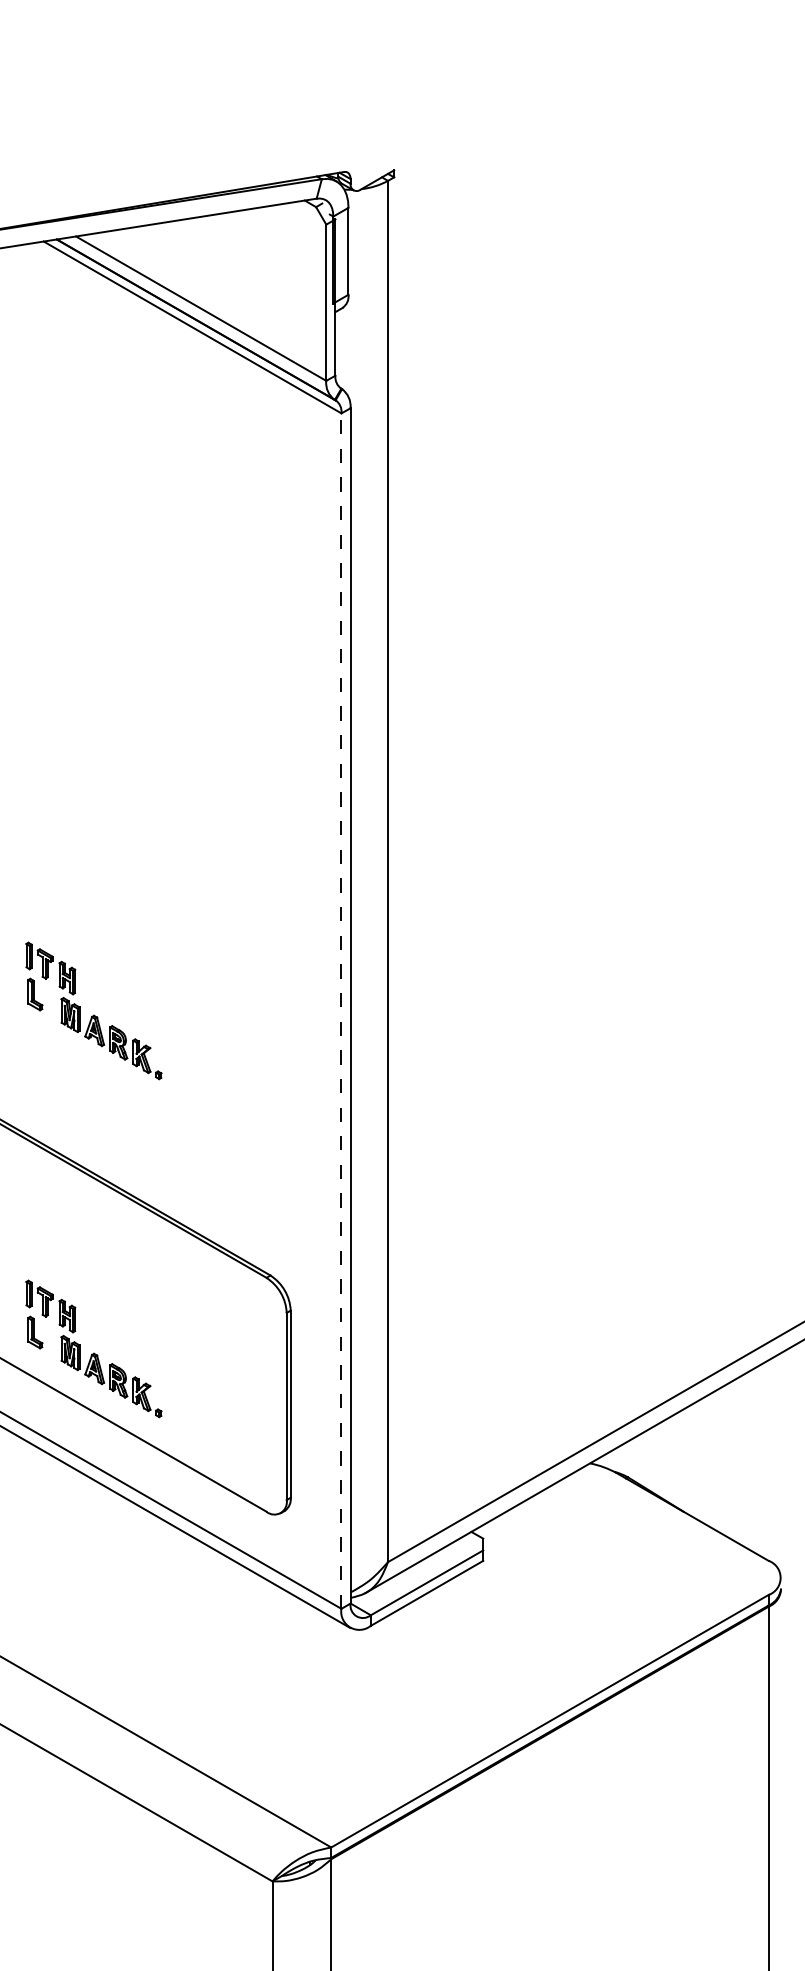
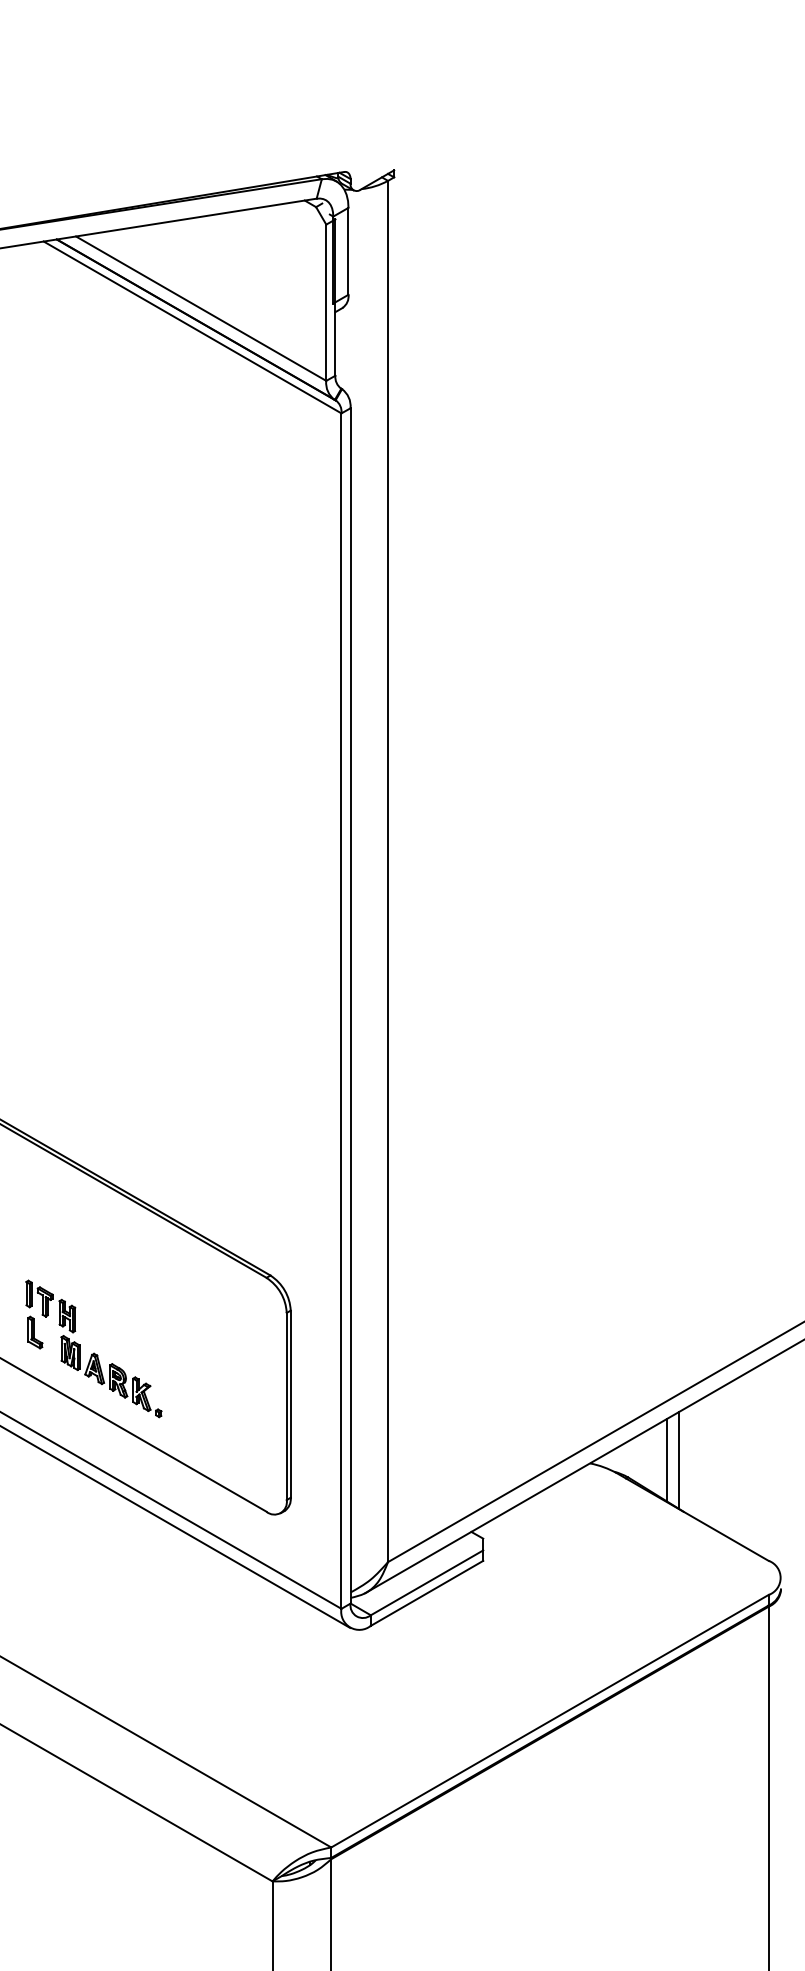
part at (93, 1010): present -> none
line at (341, 1011): dashed -> solid
line at (666, 1460): none -> present
line at (678, 1460): none -> present
